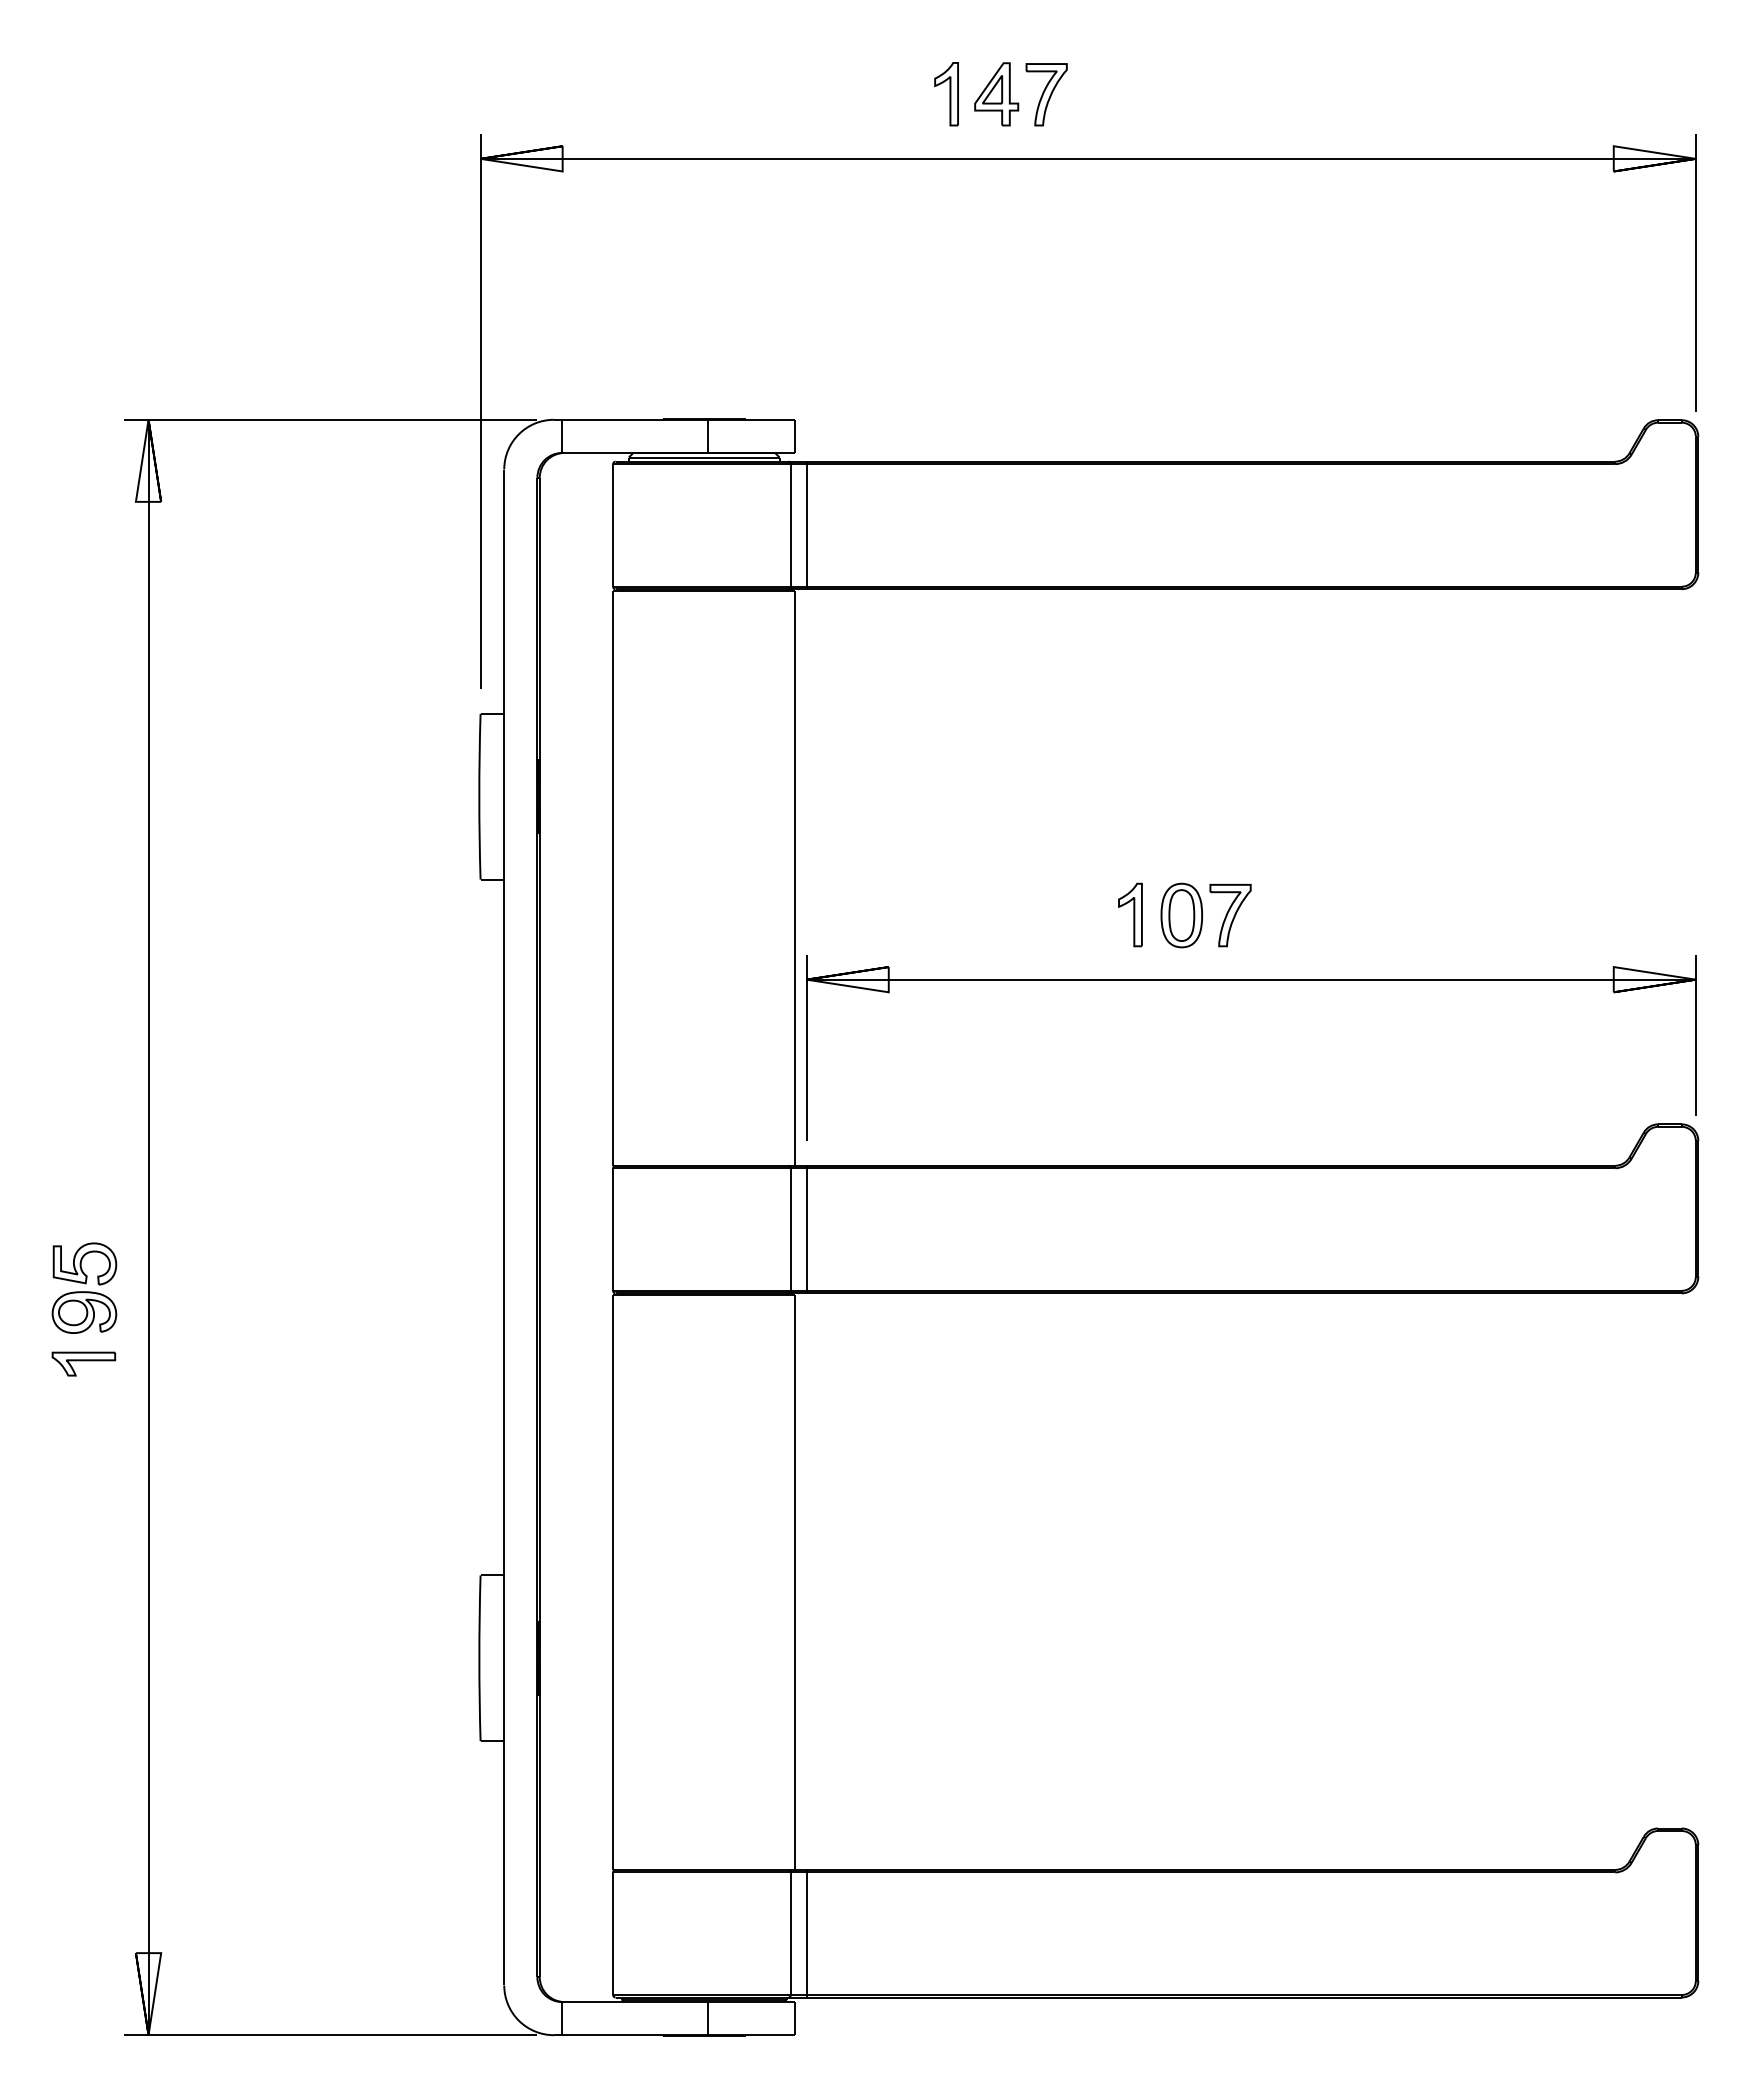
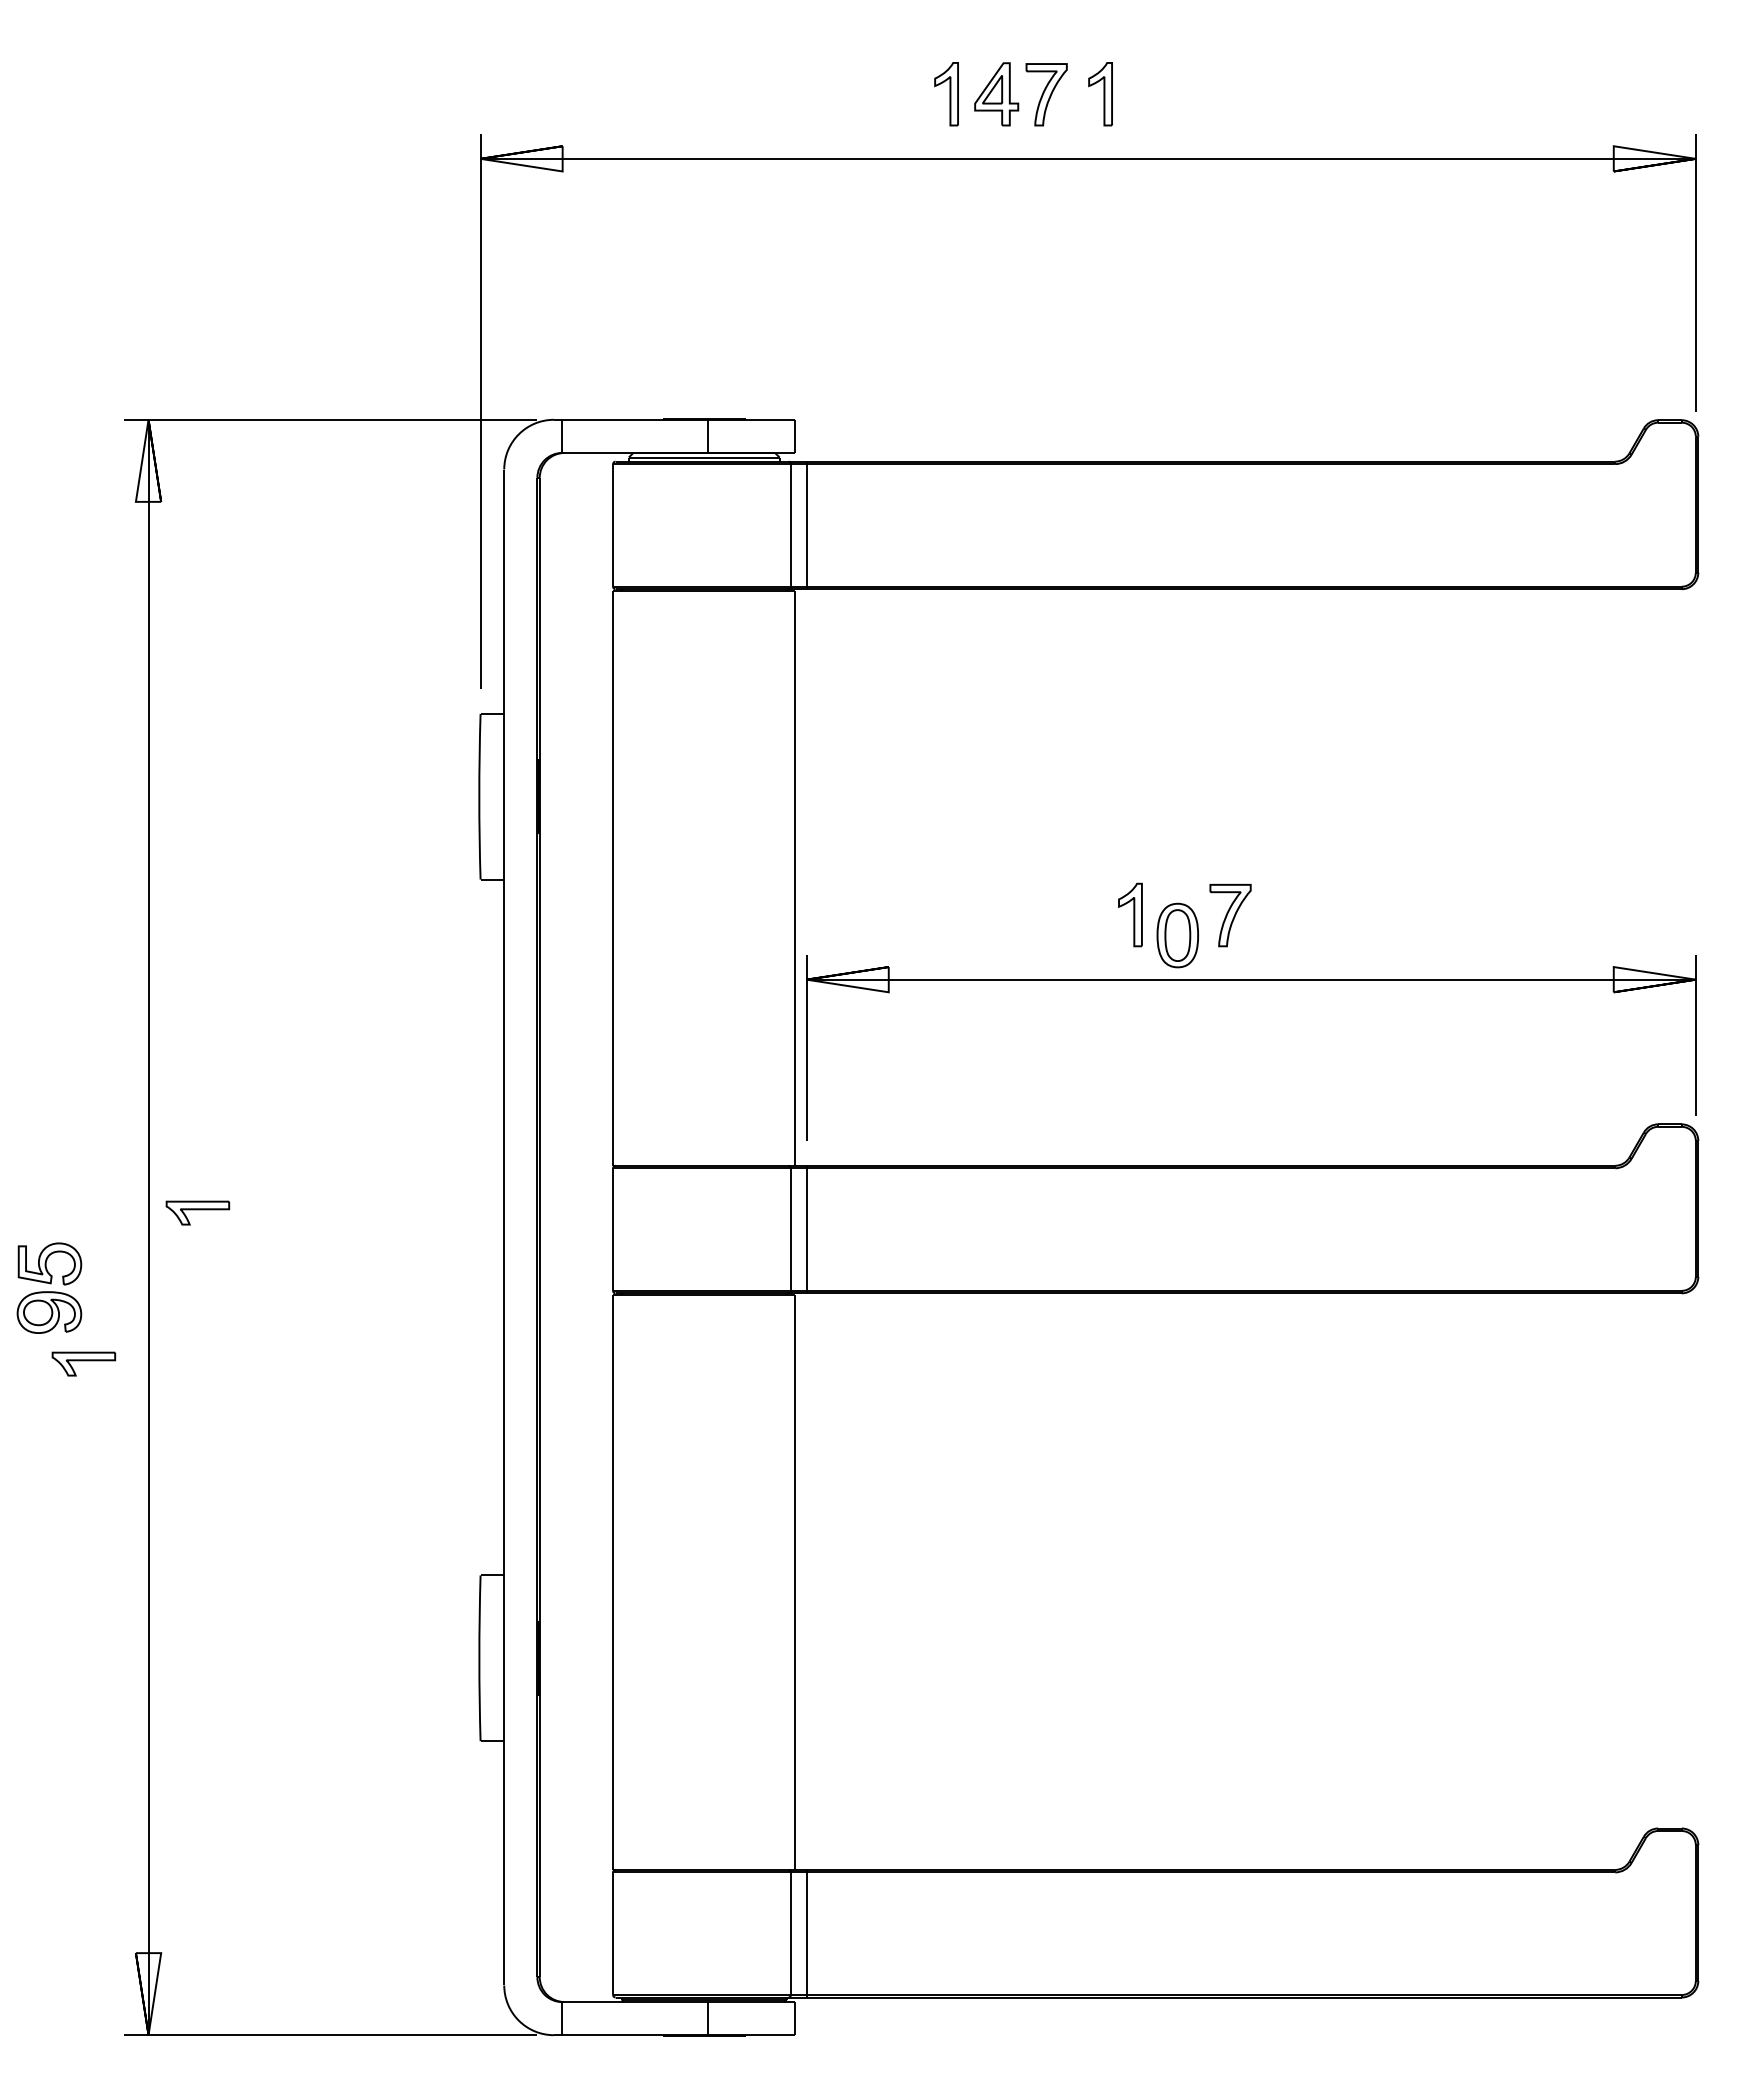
part at (1100, 94): none -> present
part at (1181, 915) position: (1181, 915) -> (1177, 935)
part at (197, 1212): none -> present
part at (84, 1287) position: (84, 1287) -> (49, 1287)
